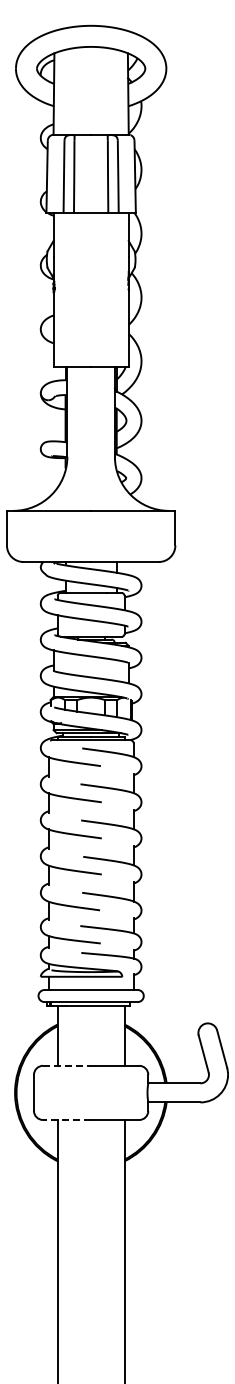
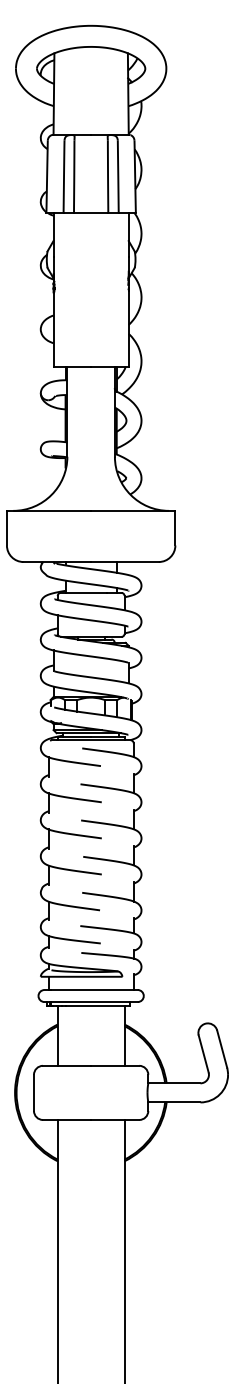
line at (67, 1065): dashed -> solid
line at (66, 1119): dashed -> solid
